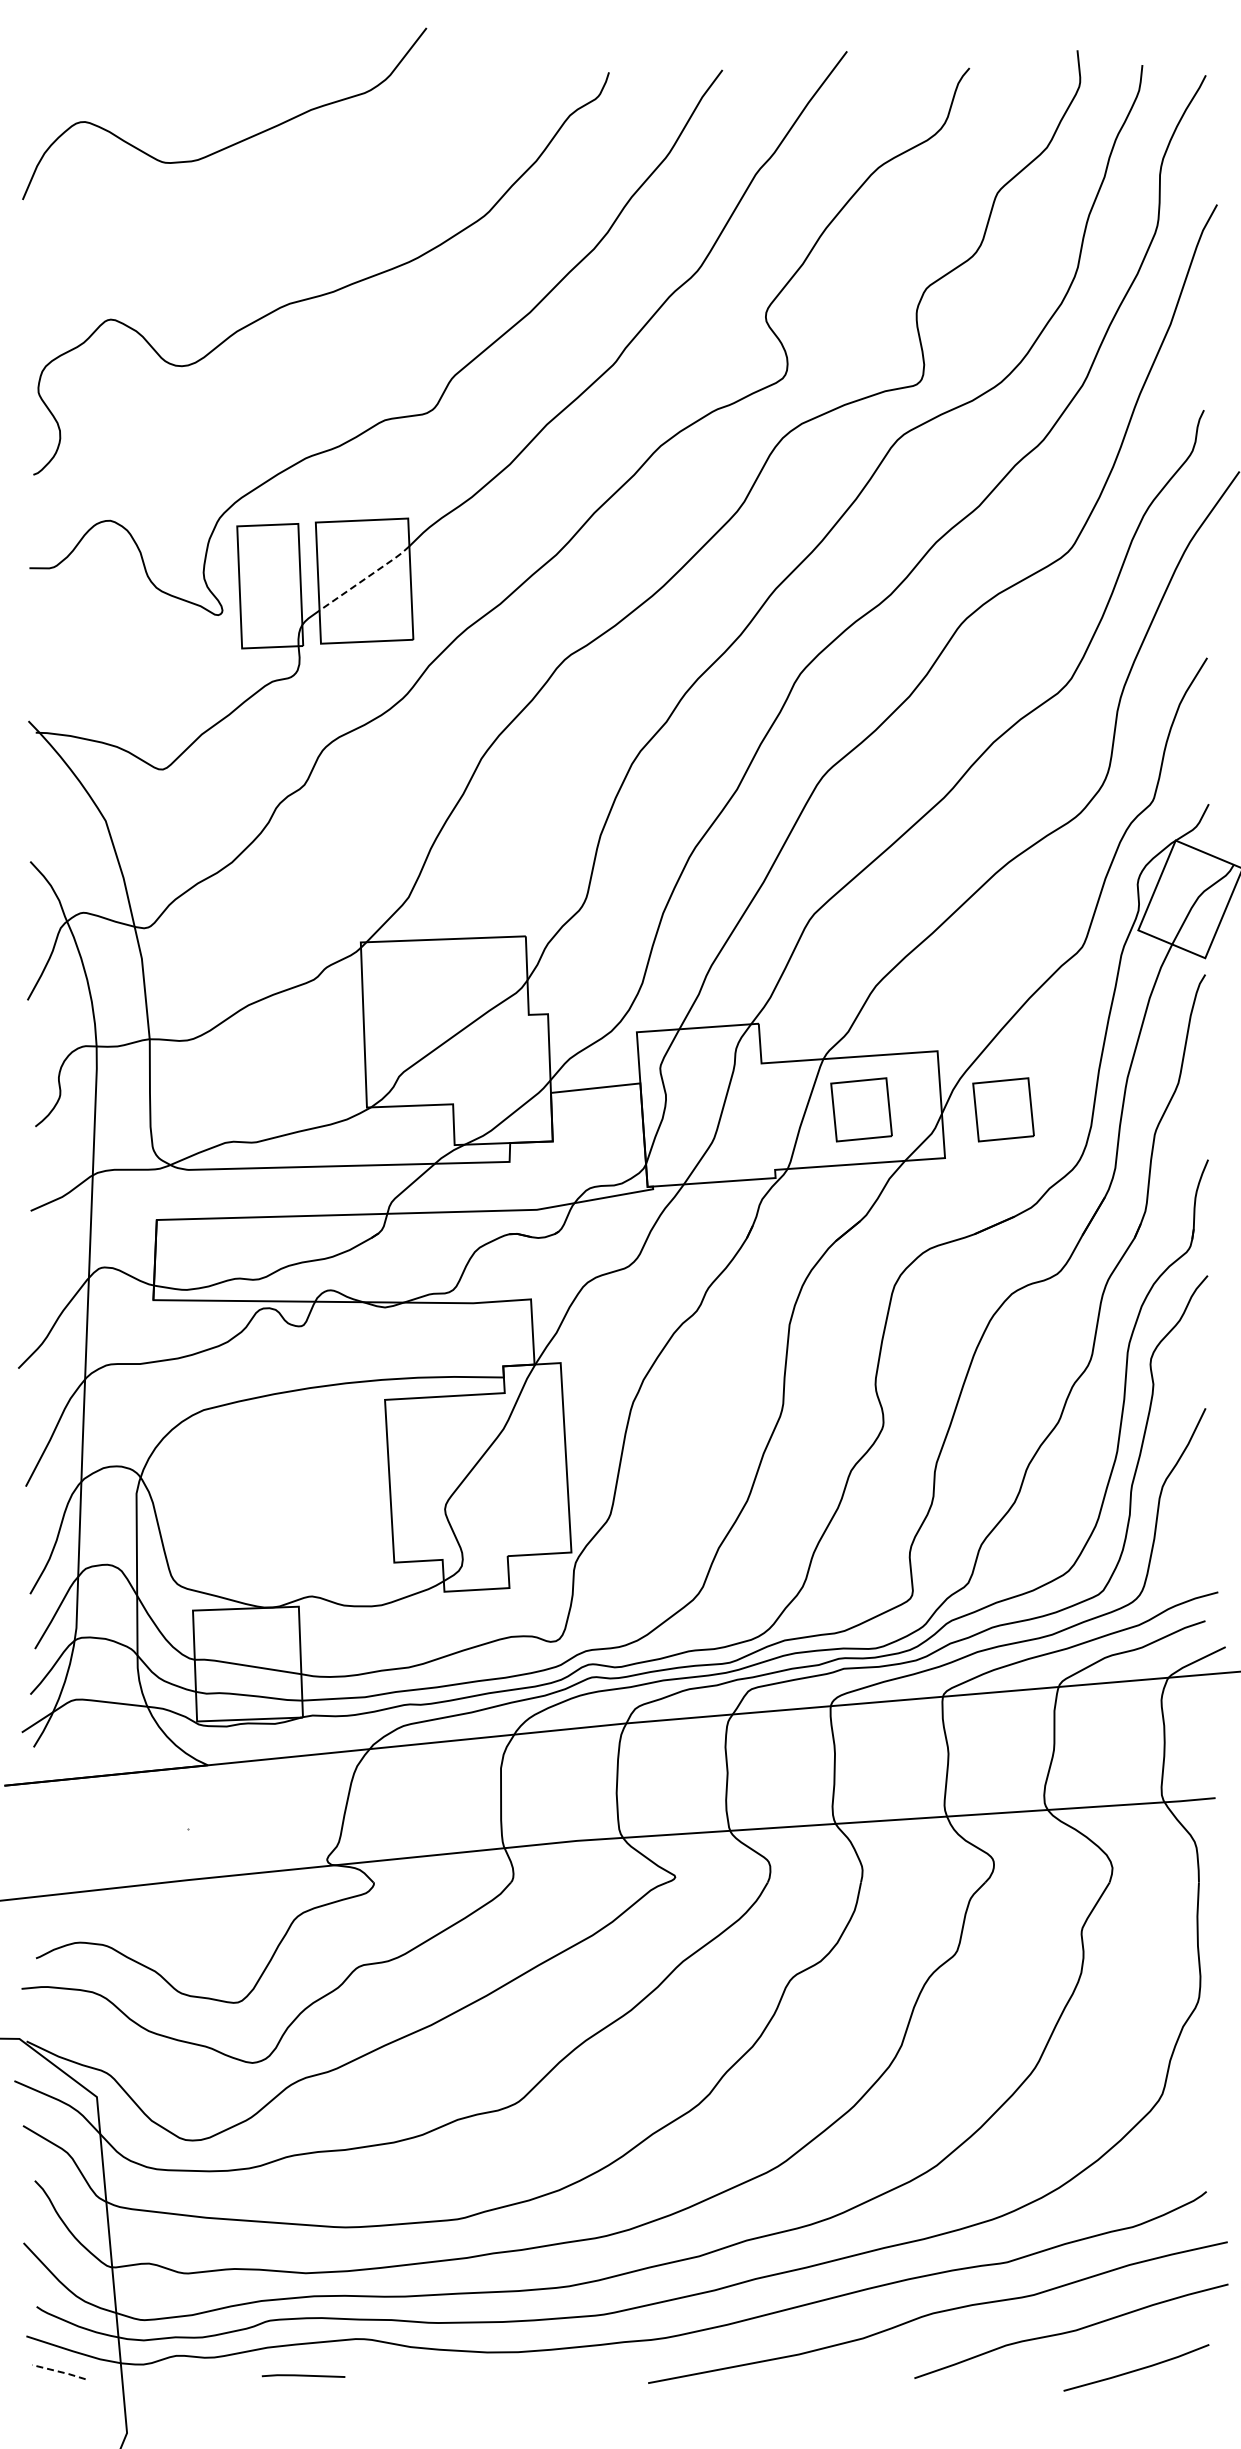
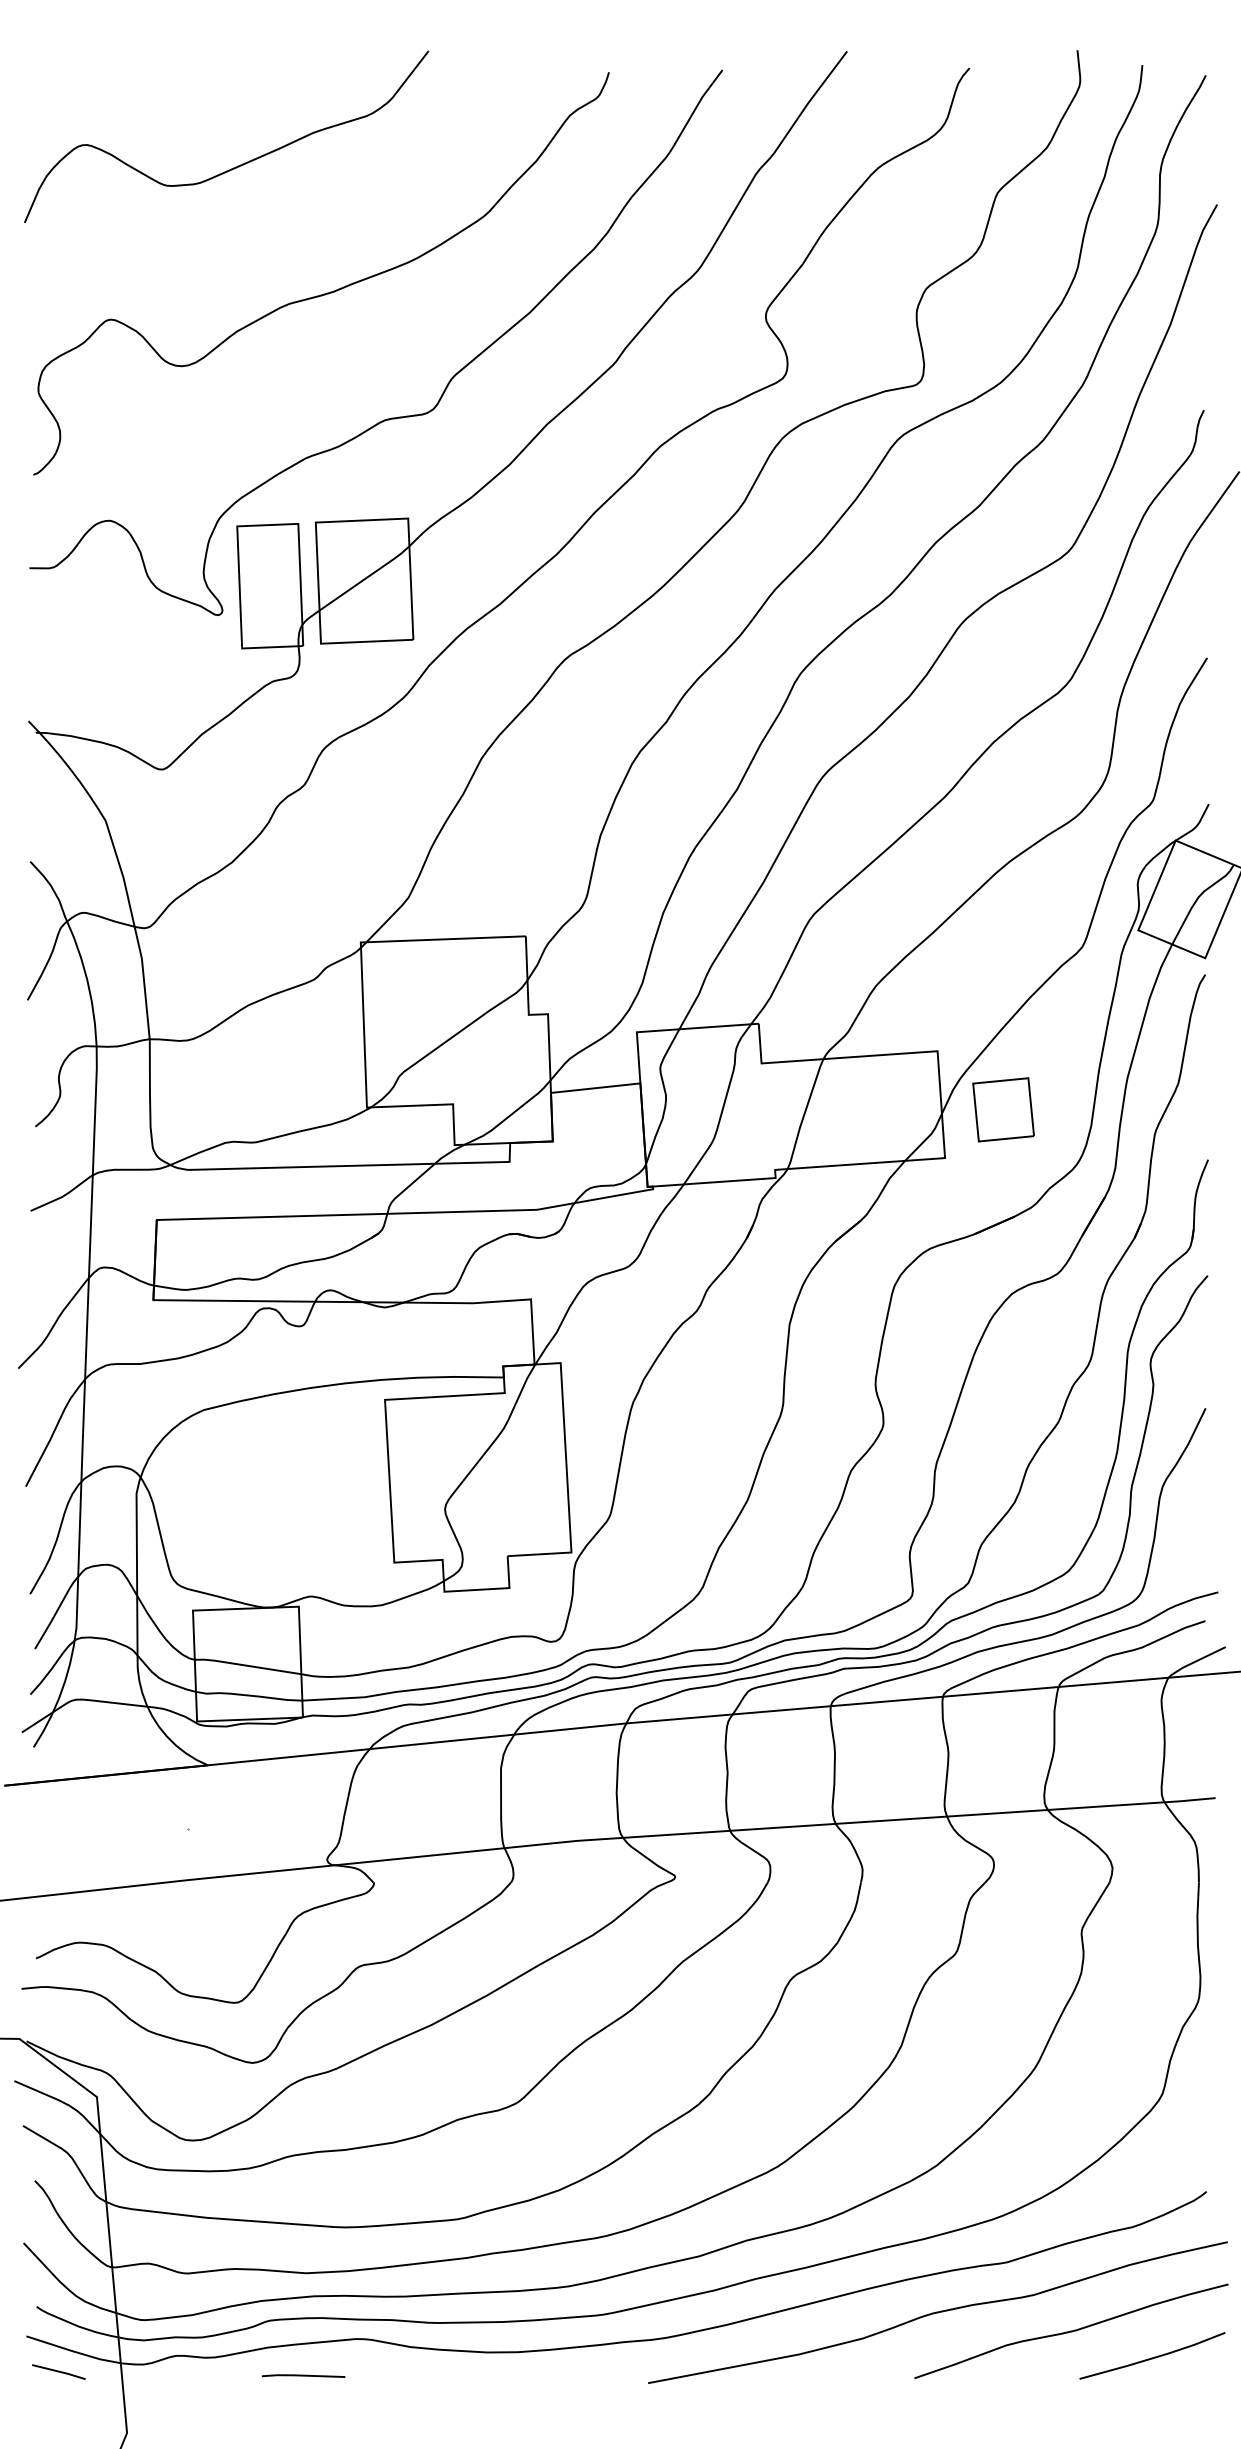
curve at (238, 141) position: (238, 141) -> (240, 164)
line at (366, 578): dashed -> solid
part at (861, 1109): present -> none
line at (1136, 2369) position: (1136, 2369) -> (1152, 2357)
line at (59, 2371): dashed -> solid
